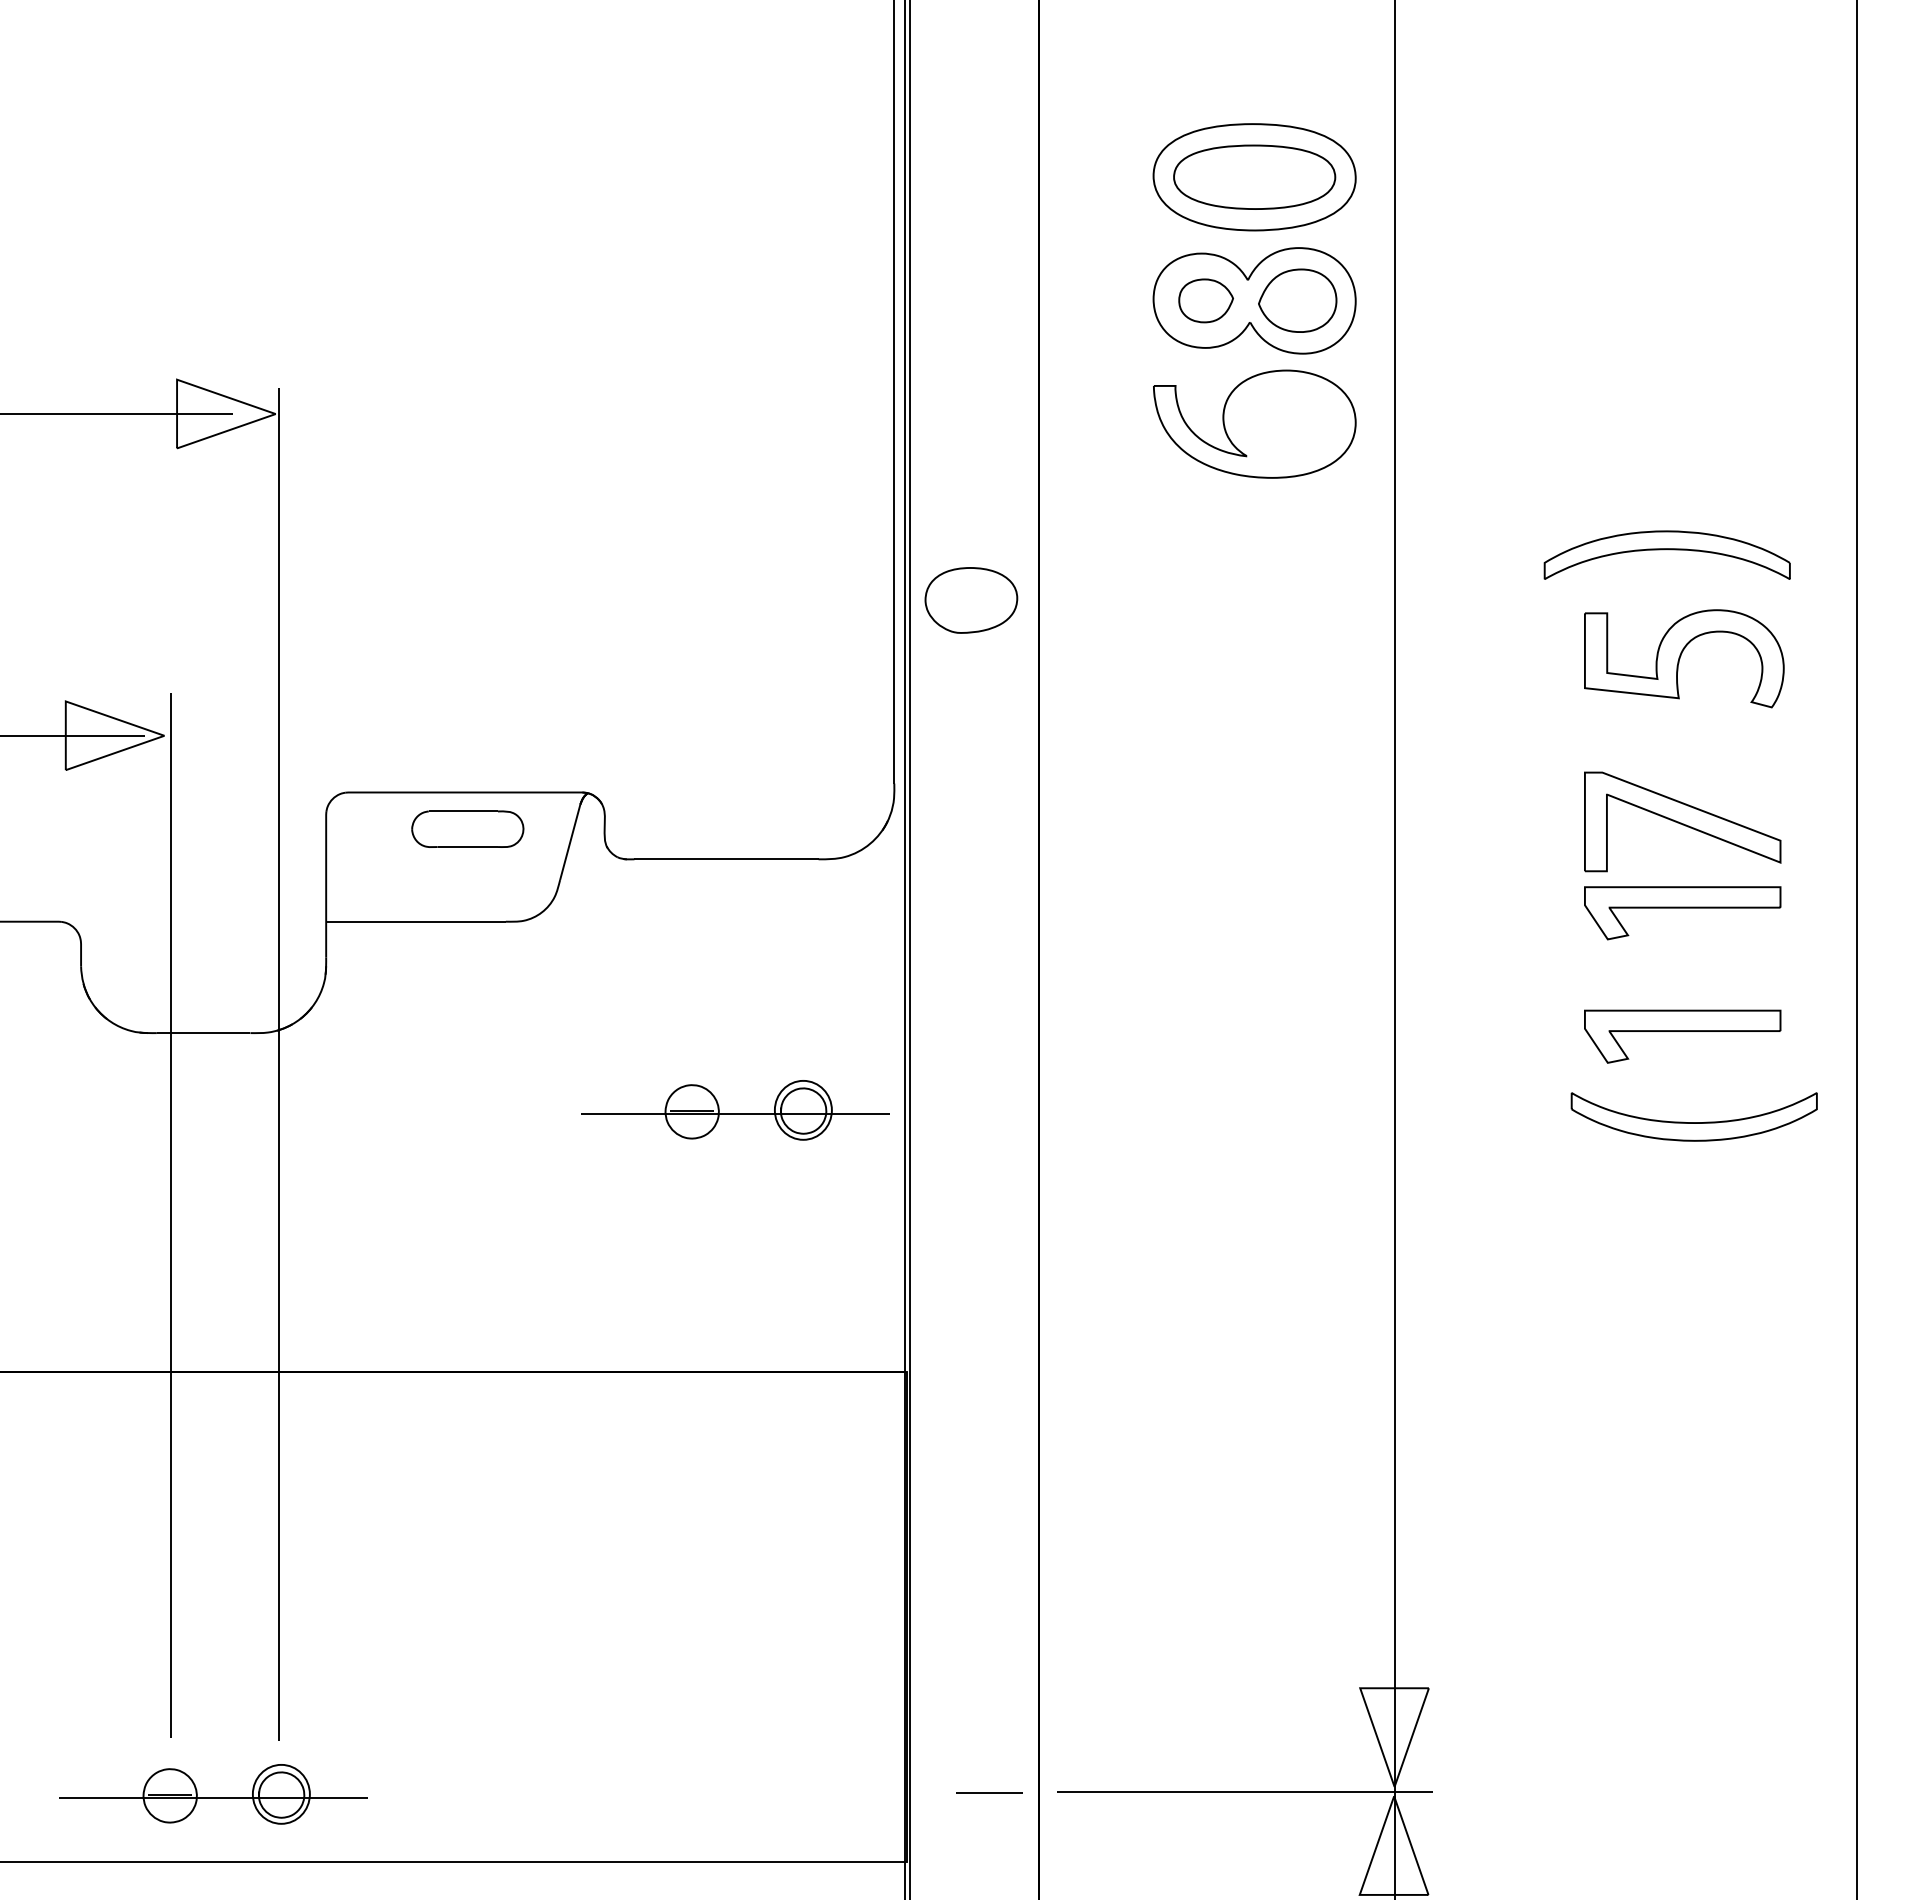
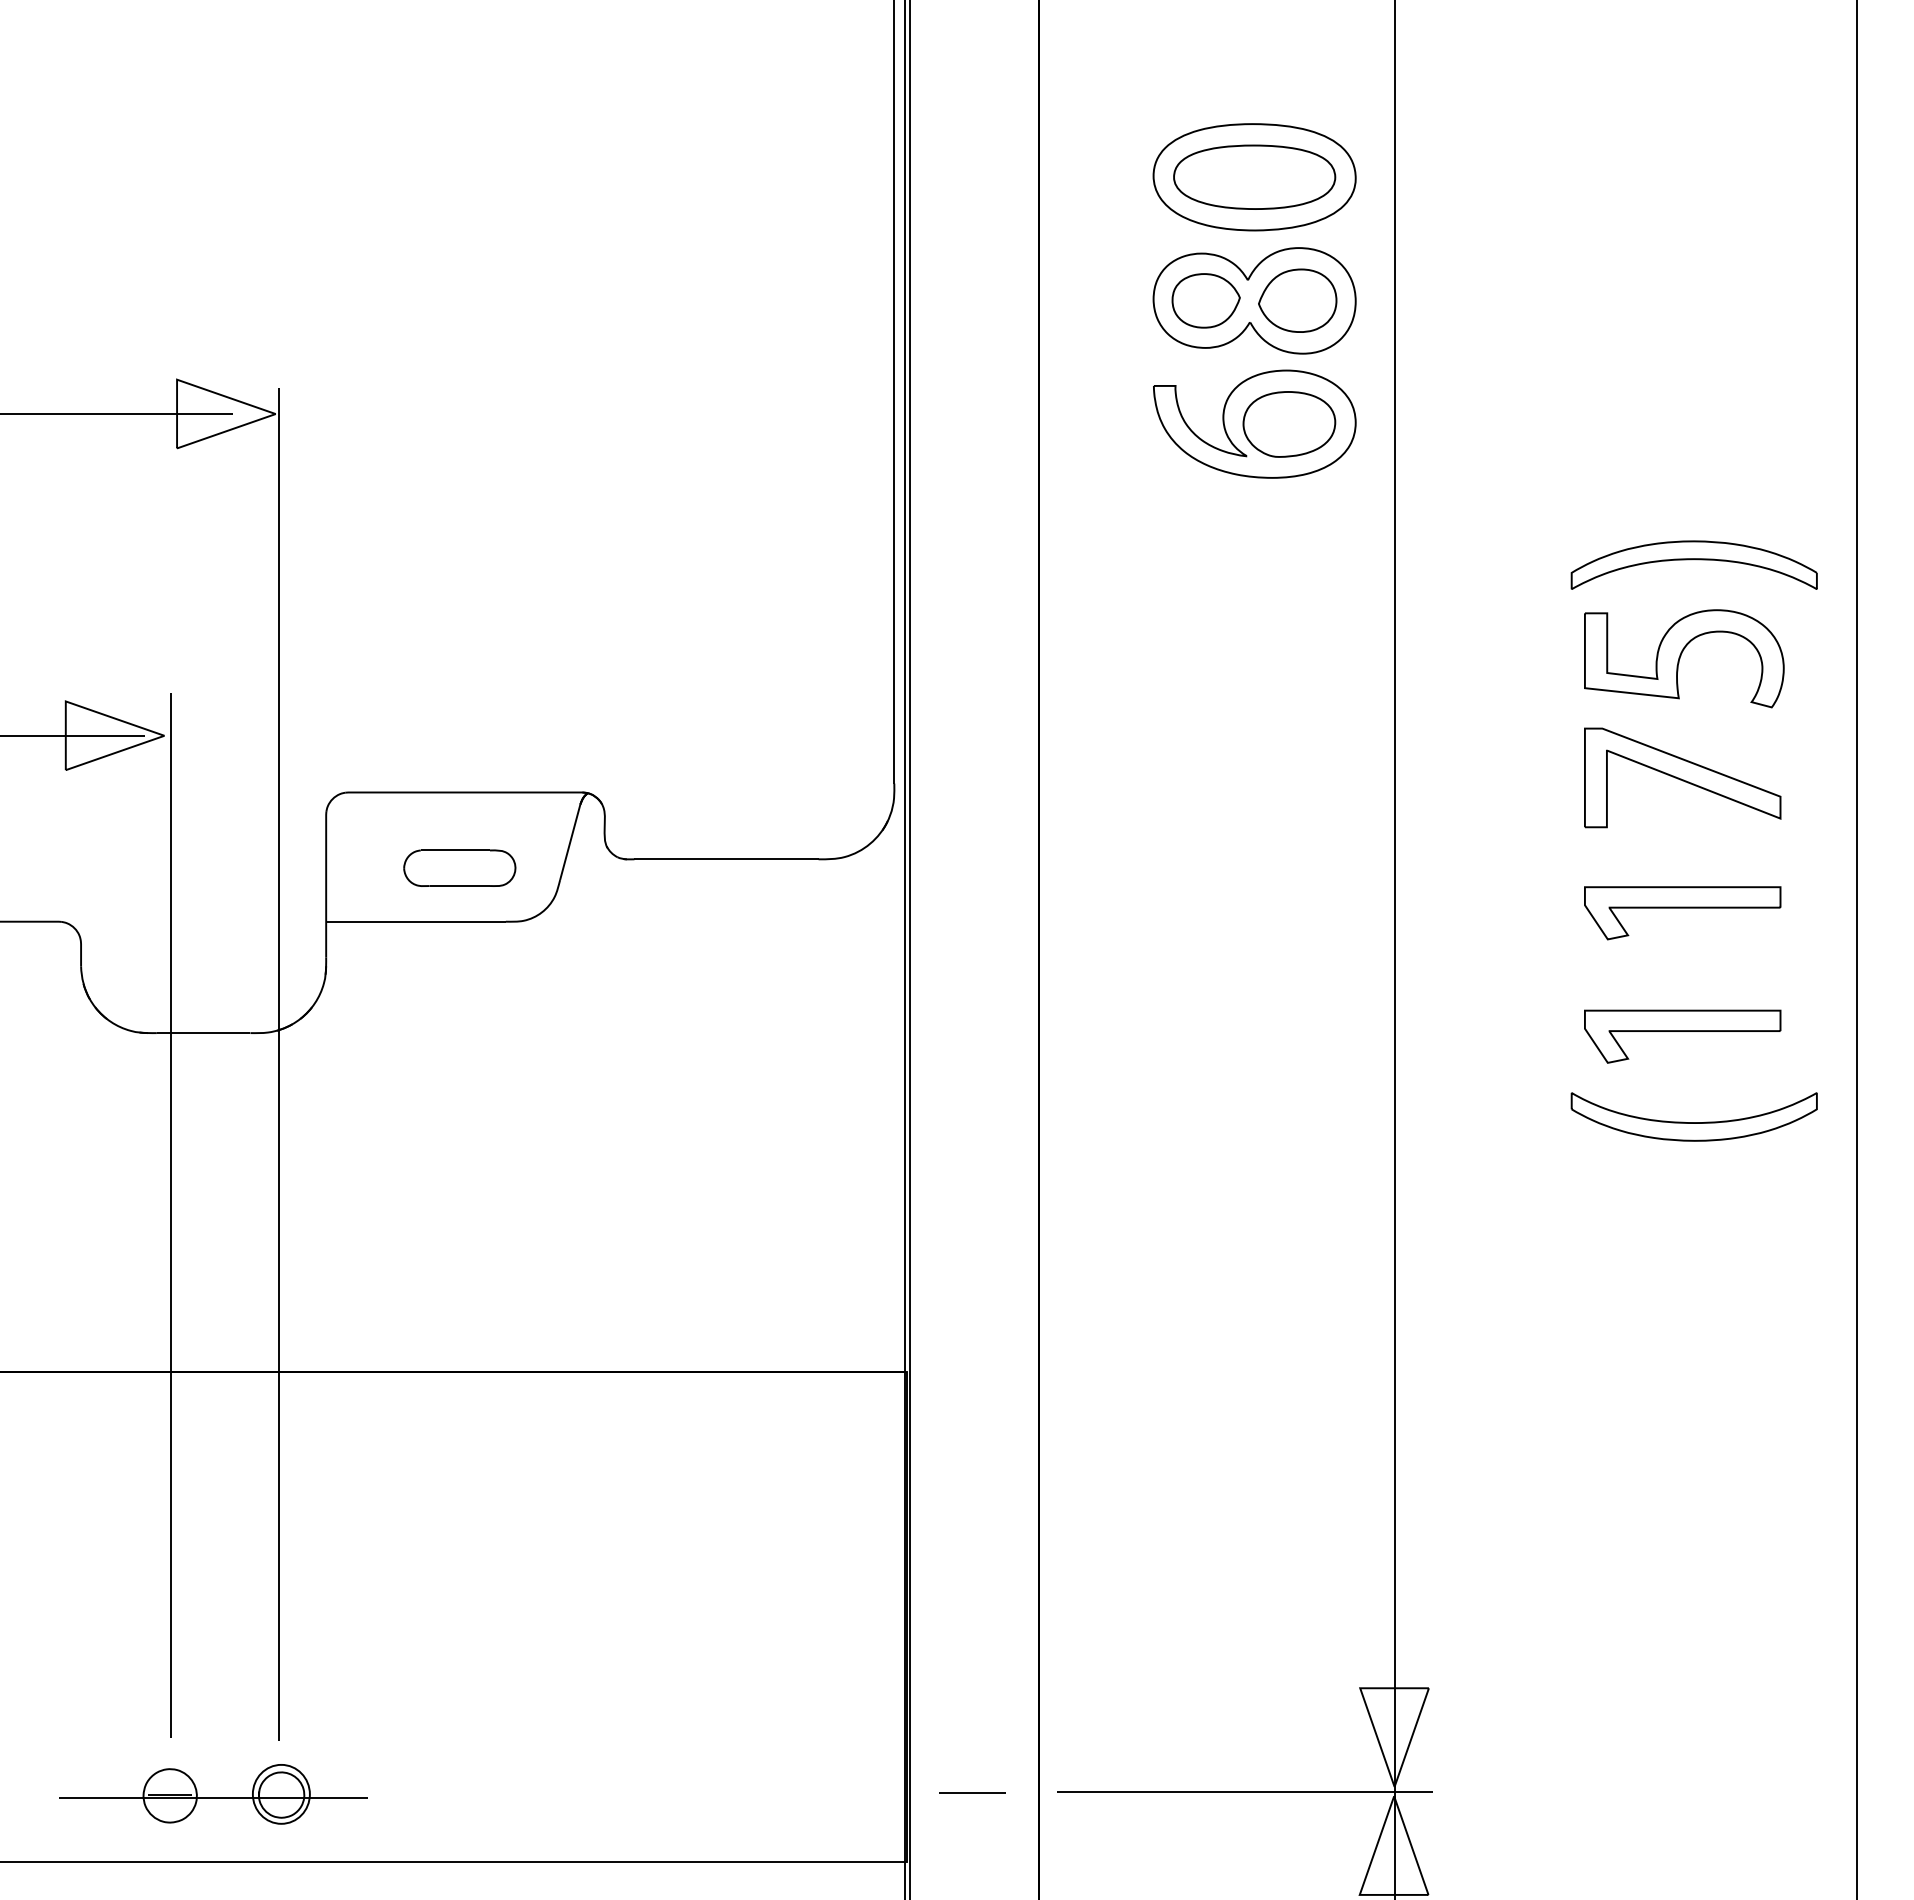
part at (1205, 300) size: 56x46 px -> 70x56 px
part at (1666, 554) position: (1666, 554) -> (1693, 564)
part at (971, 600) position: (971, 600) -> (1289, 424)
part at (1682, 821) position: (1682, 821) -> (1682, 777)
part at (467, 828) position: (467, 828) -> (459, 867)
part at (735, 1110): present -> none
line at (989, 1792) position: (989, 1792) -> (972, 1792)
